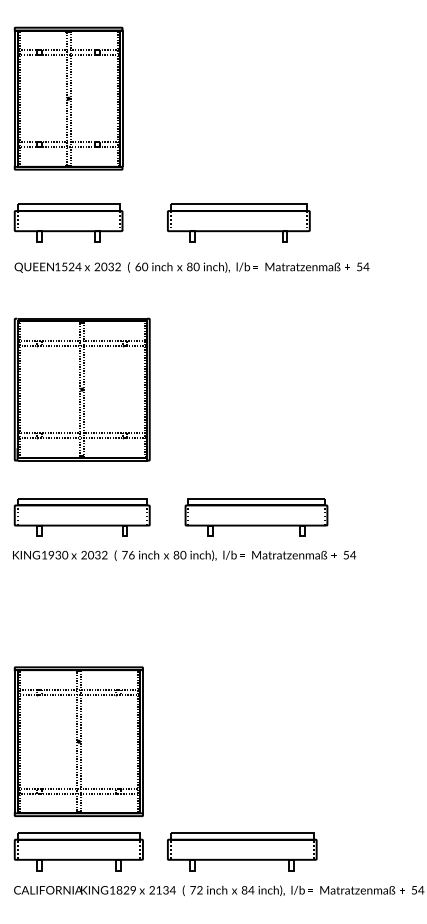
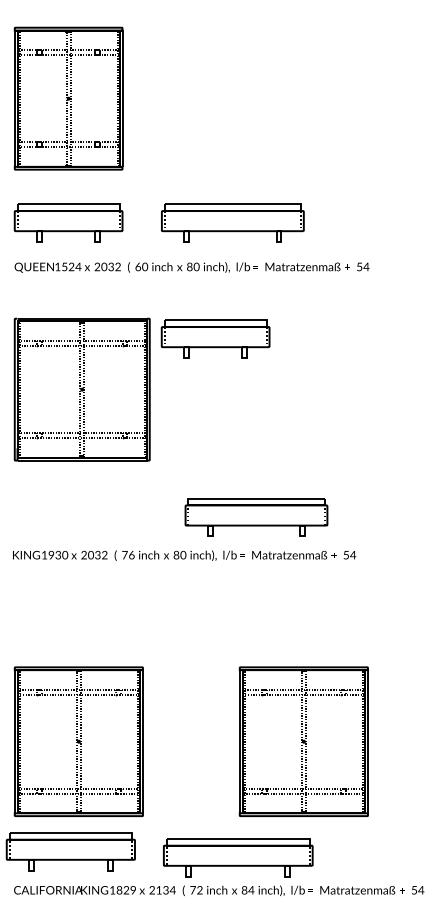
part at (238, 222) position: (238, 222) -> (232, 222)
part at (215, 338): none -> present
part at (81, 517): present -> none
part at (303, 741): none -> present
part at (78, 851) position: (78, 851) -> (70, 851)
part at (242, 851) position: (242, 851) -> (238, 857)
